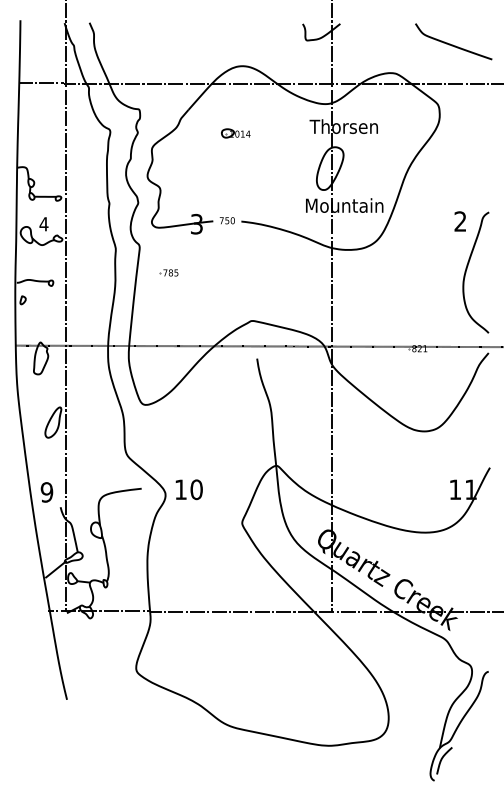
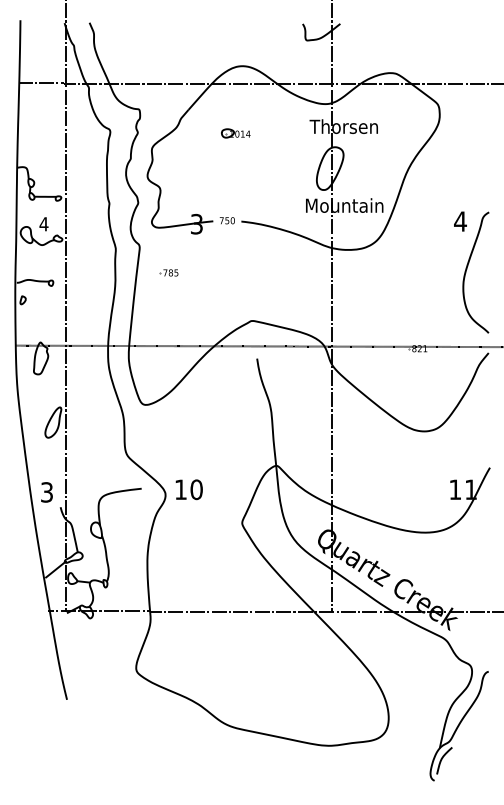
curve at (453, 44): present -> none
text at (460, 221): 2 -> 4
text at (46, 492): 9 -> 3
